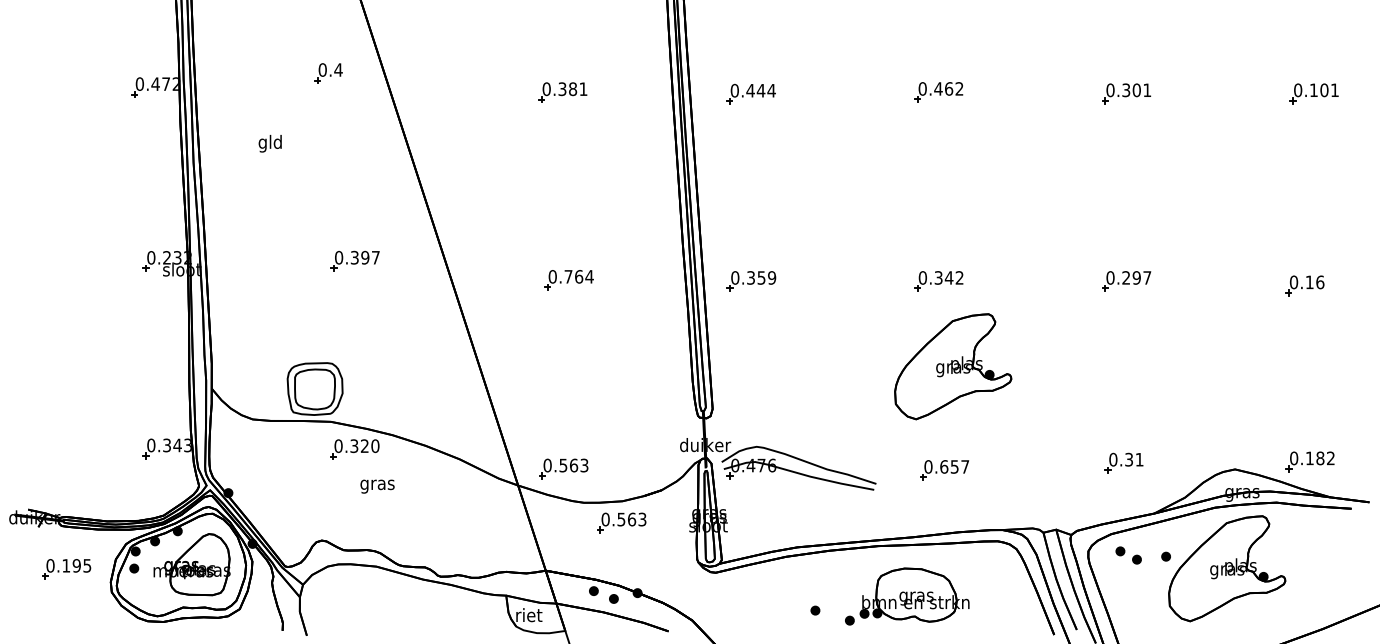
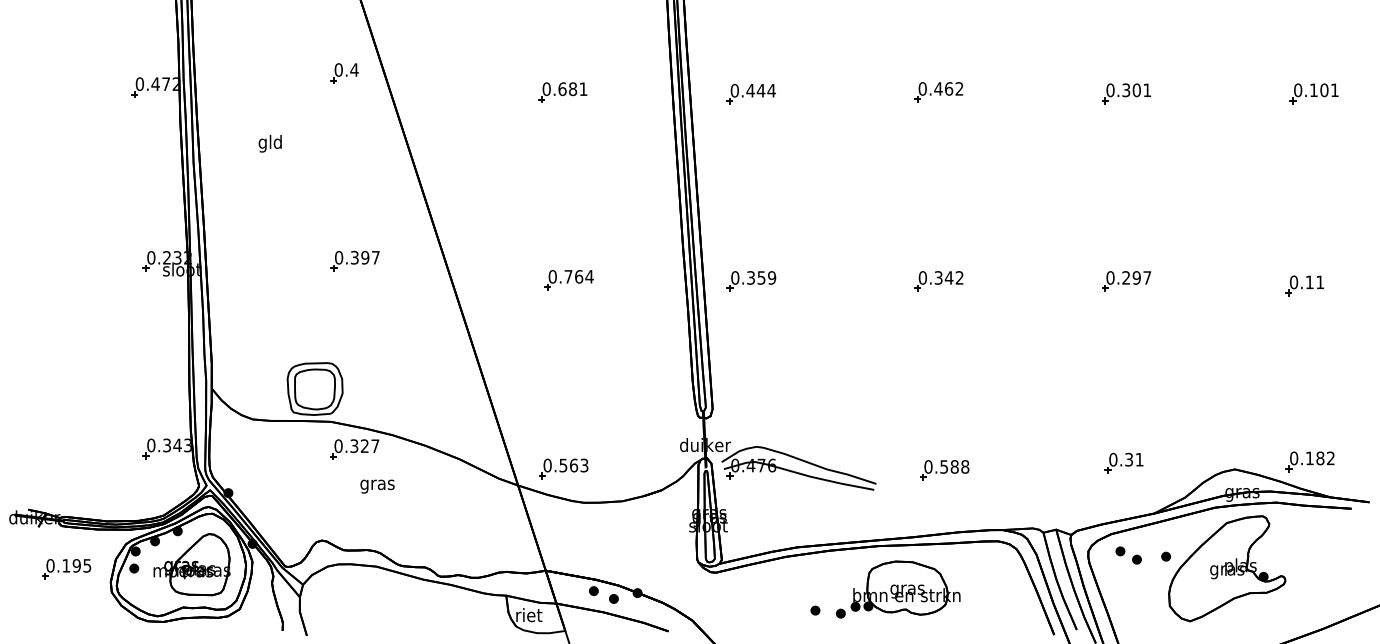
part at (328, 73) position: (328, 73) -> (344, 73)
text at (562, 89): 0.381 -> 0.681
text at (1320, 282): 0.16 -> 0.11
part at (953, 366): present -> none
text at (375, 446): 0.320 -> 0.327
text at (954, 466): 0.657 -> 0.588
part at (621, 522): present -> none
part at (907, 596) position: (907, 596) -> (898, 589)
